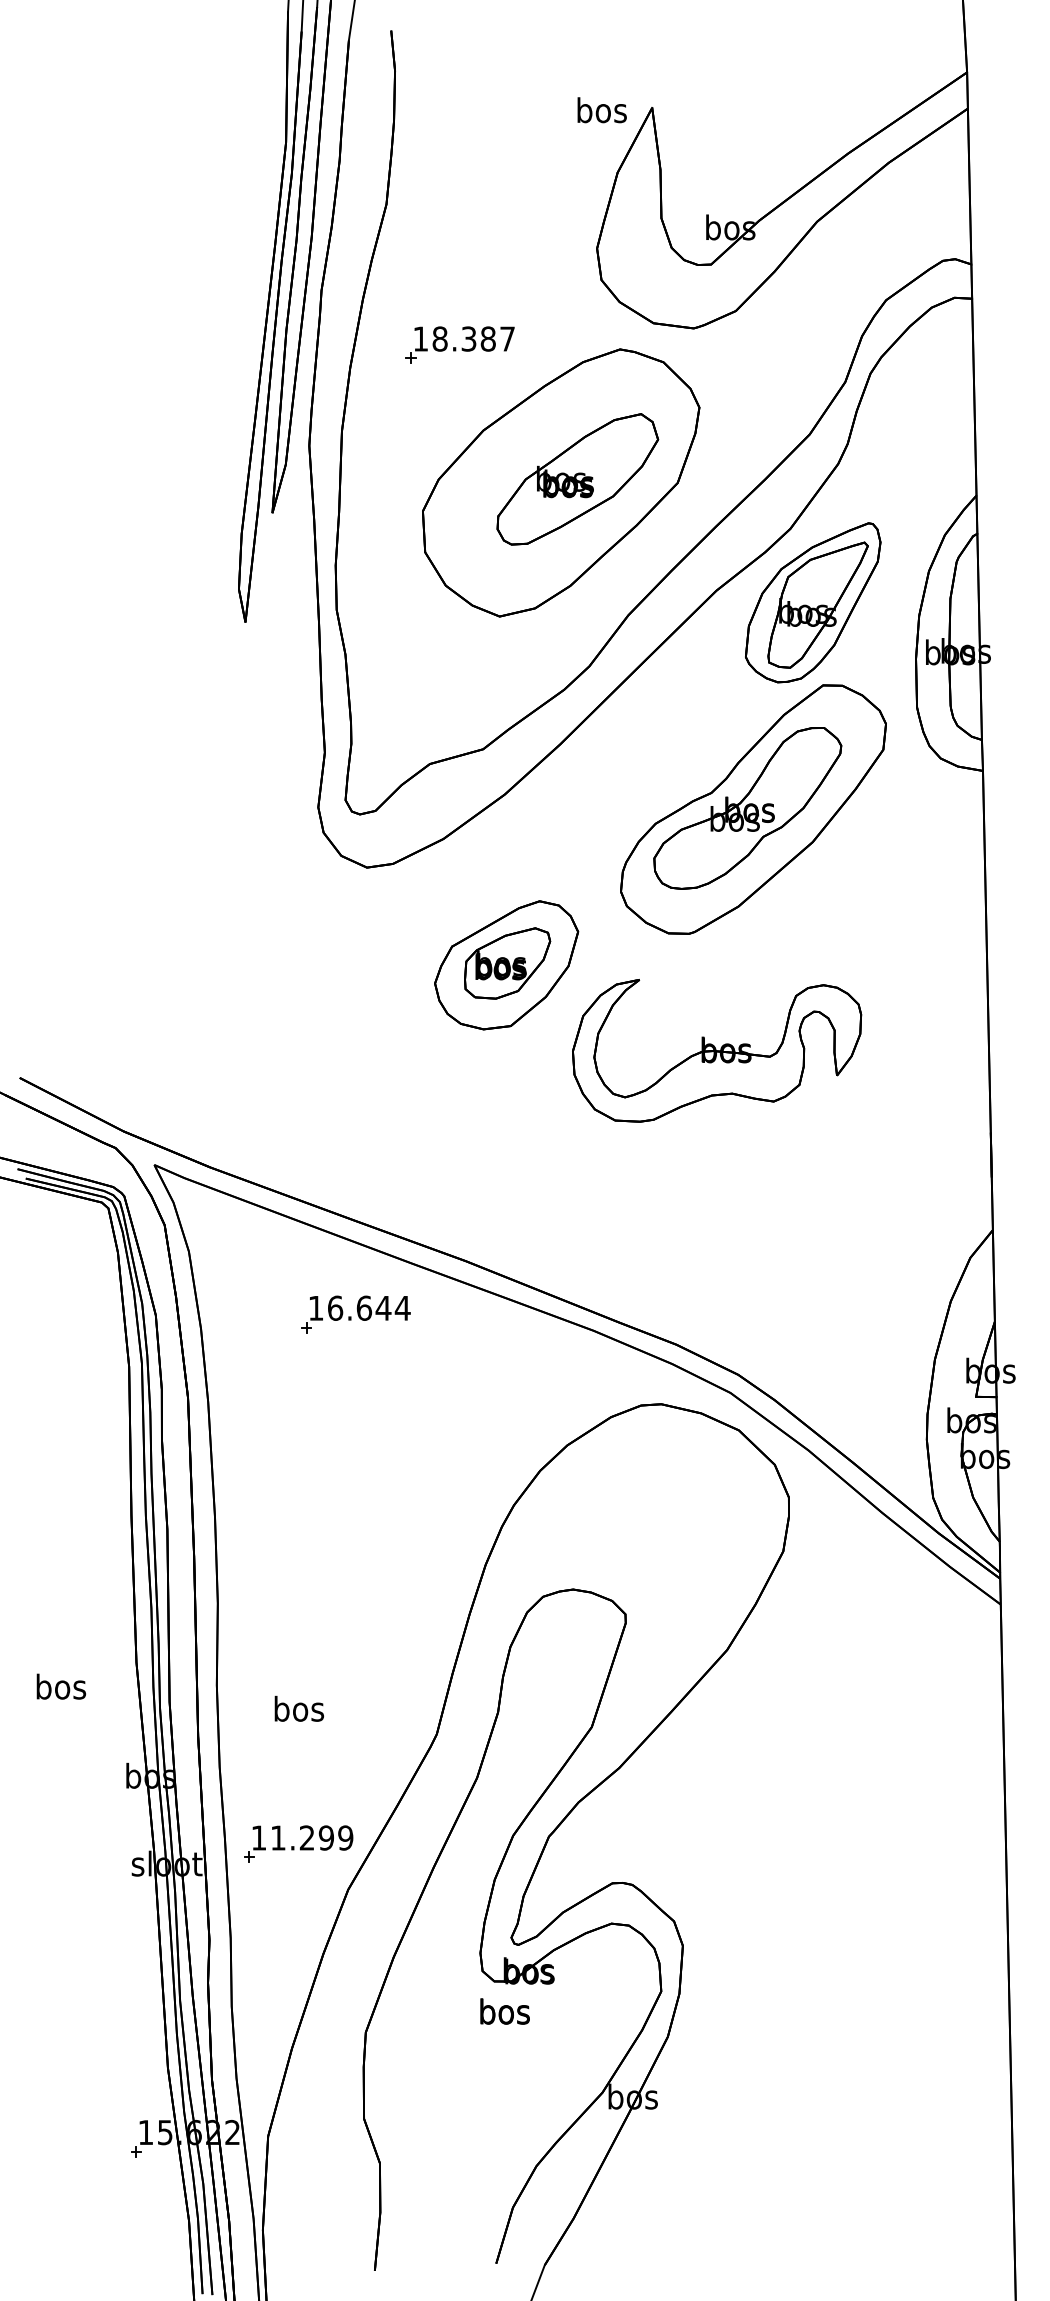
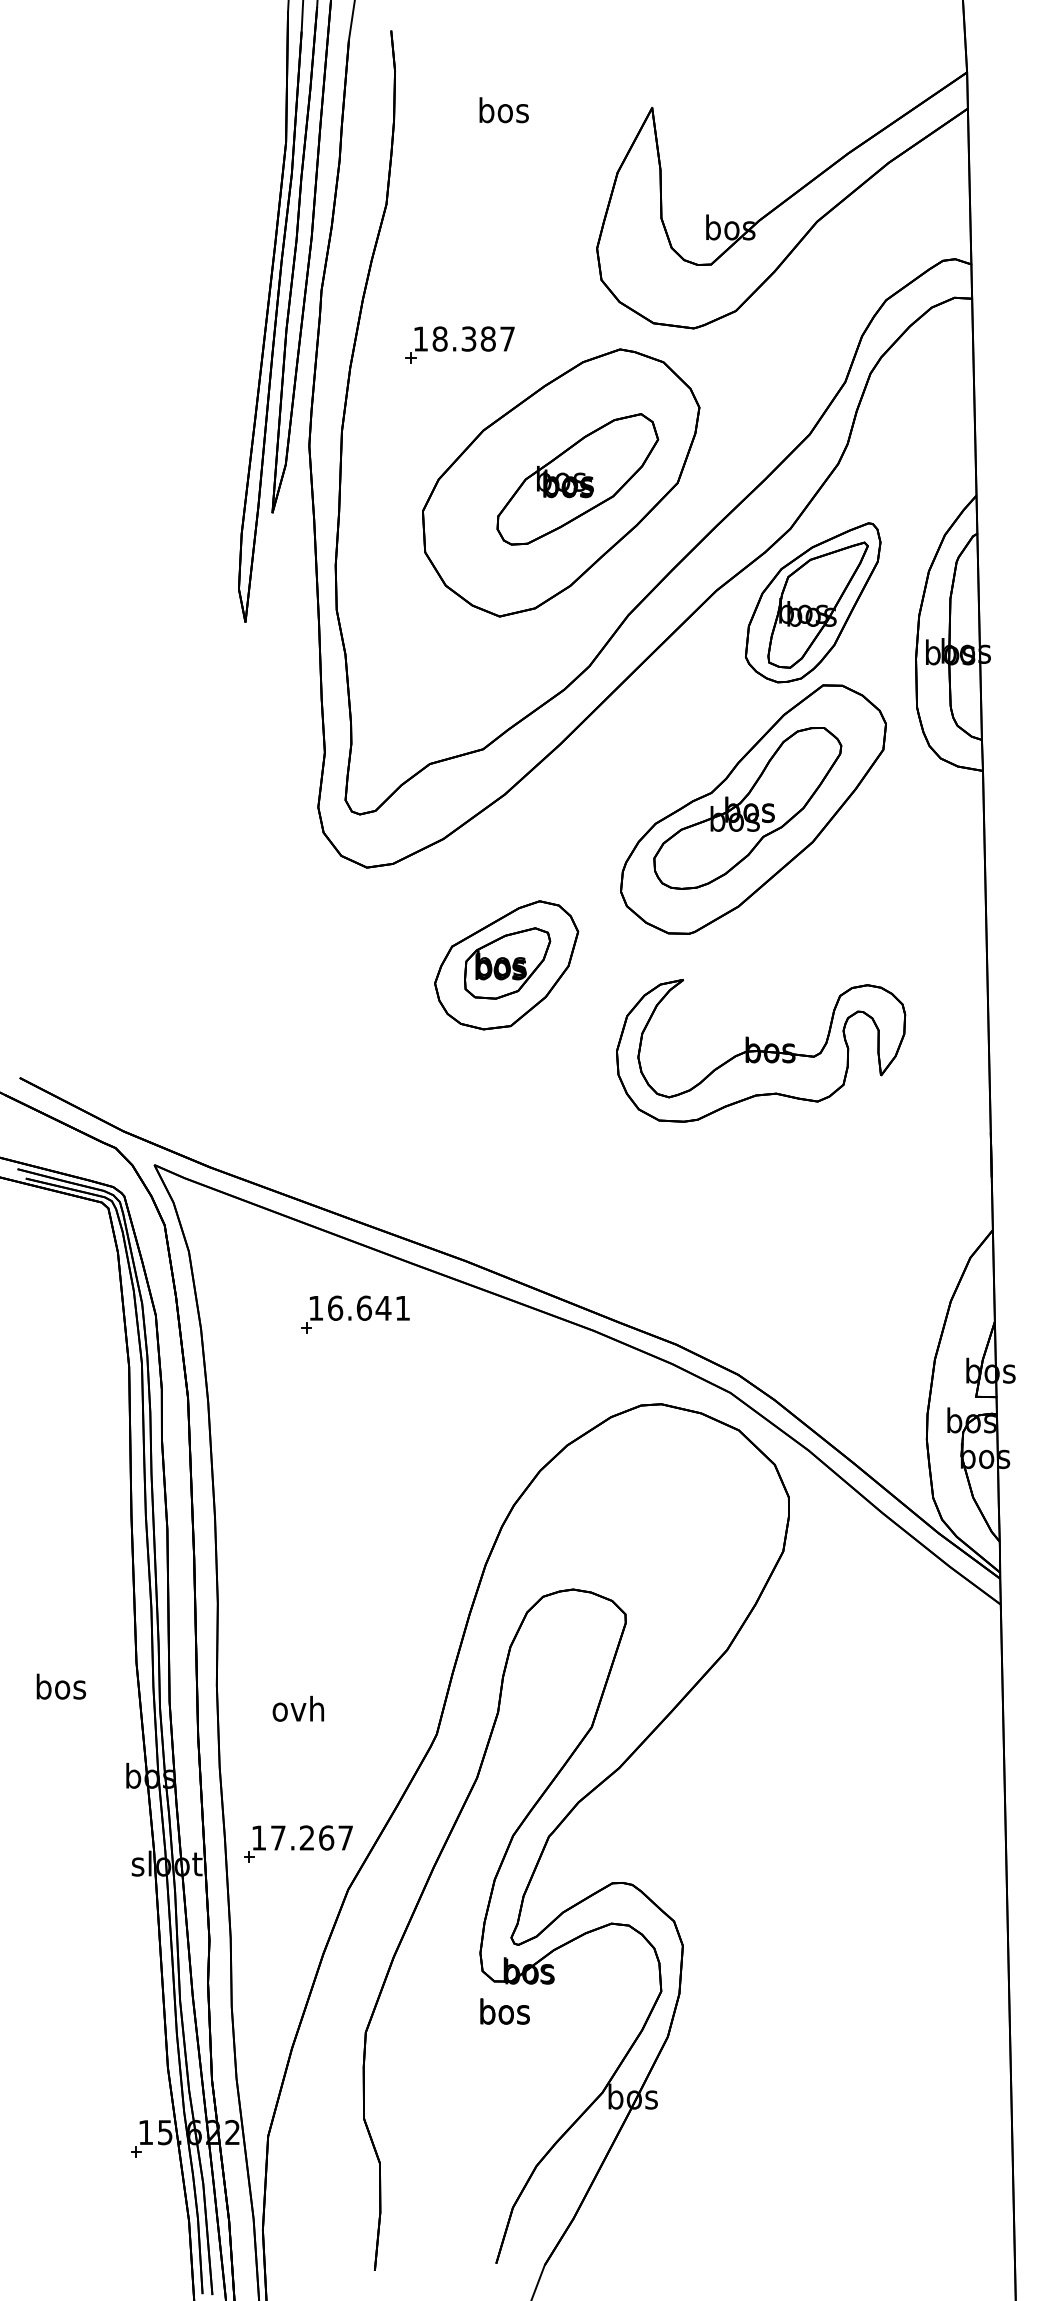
text at (601, 110) position: (601, 110) -> (503, 110)
part at (717, 1050) position: (717, 1050) -> (761, 1050)
text at (402, 1308): 16.644 -> 16.641
text at (298, 1708): bos -> ovh
text at (312, 1837): 11.299 -> 17.267
